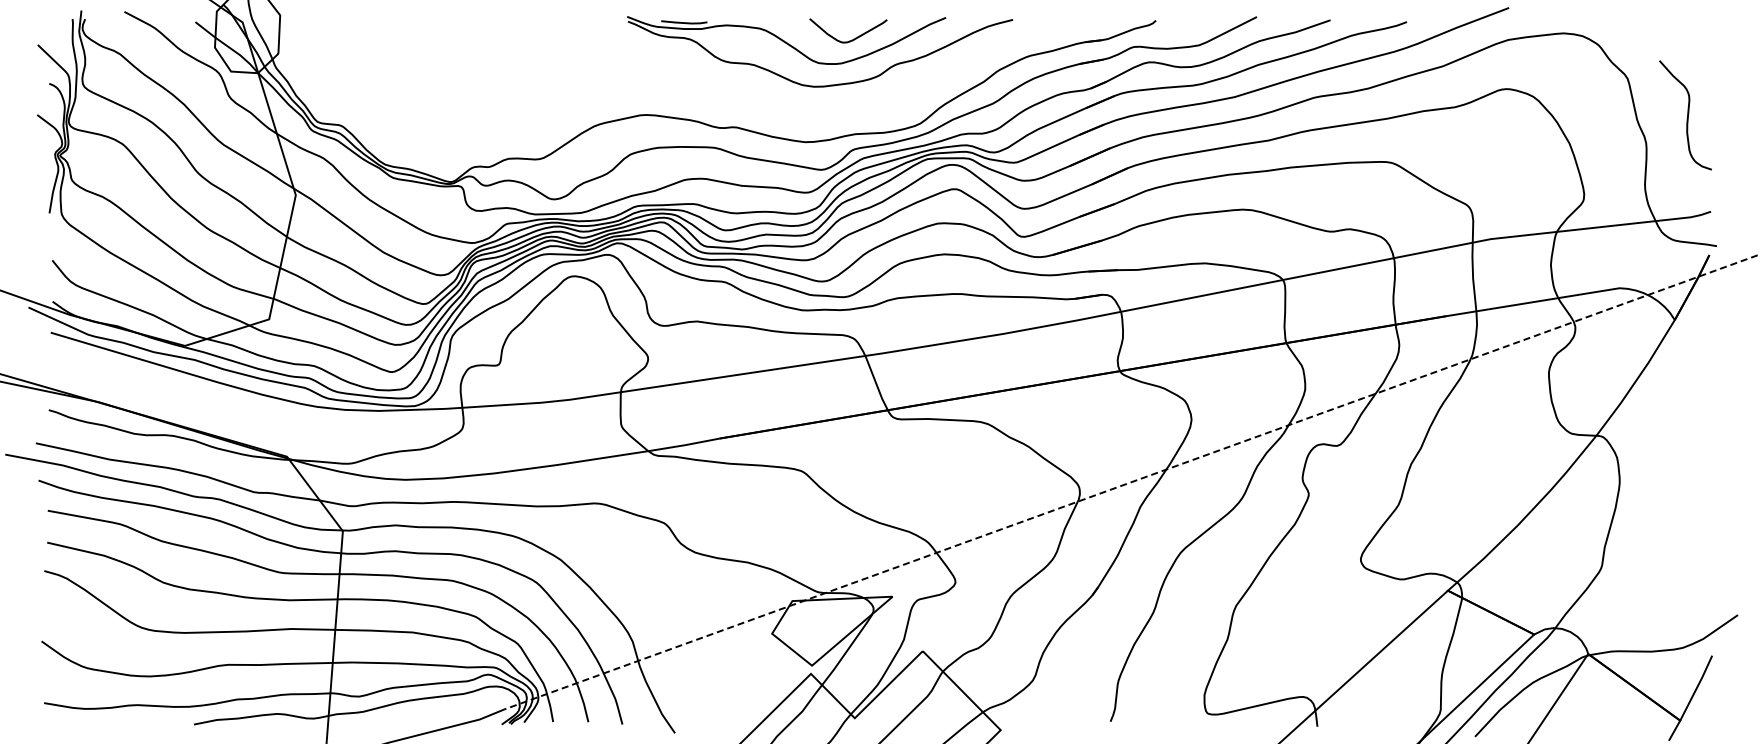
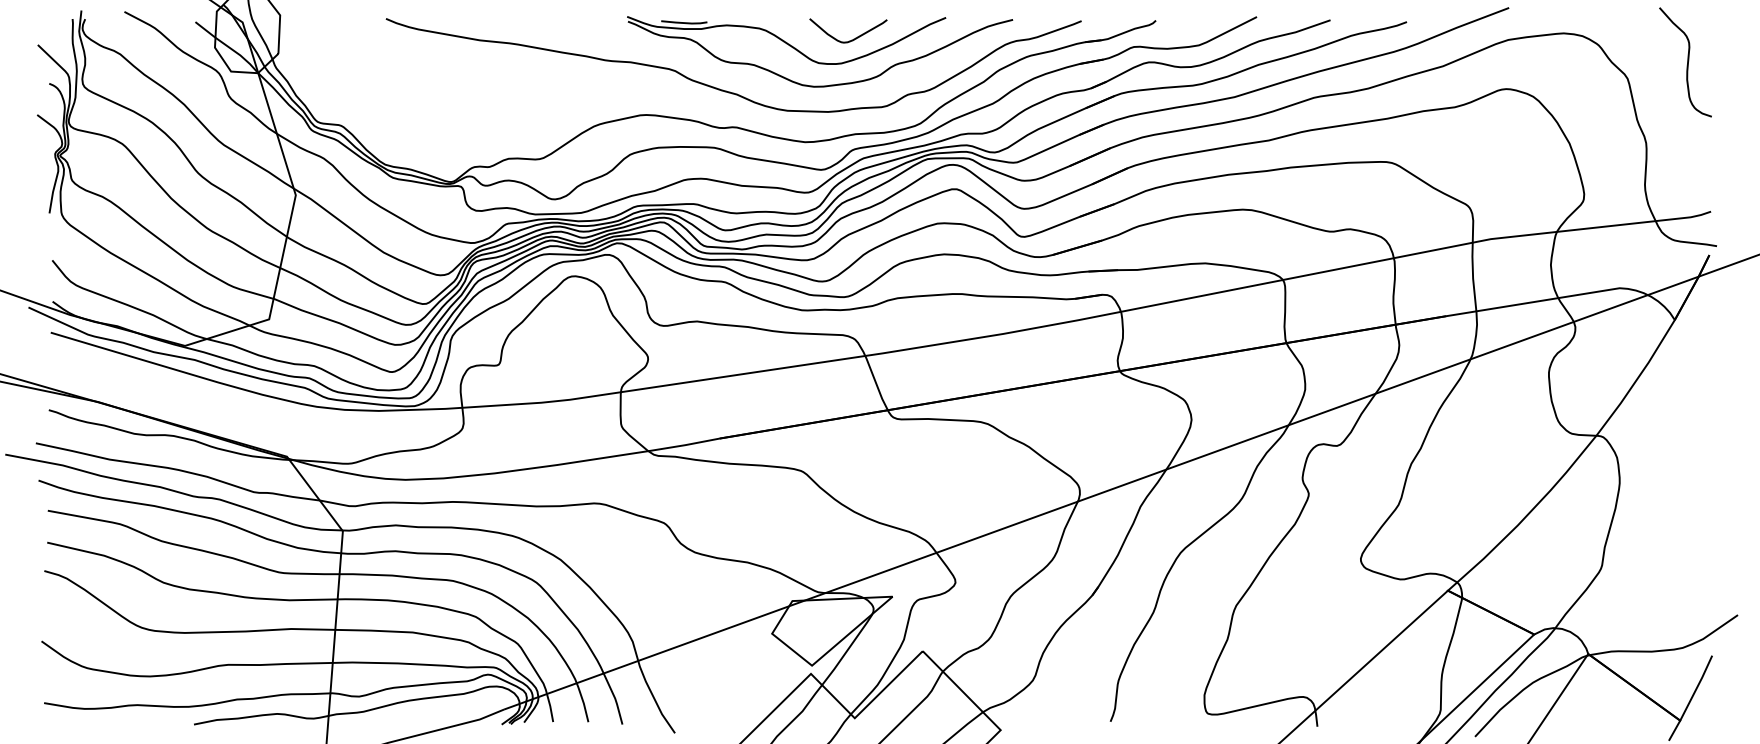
curve at (726, 90): none -> present
curve at (1687, 115) position: (1687, 115) -> (1687, 62)
line at (1131, 482): dashed -> solid
